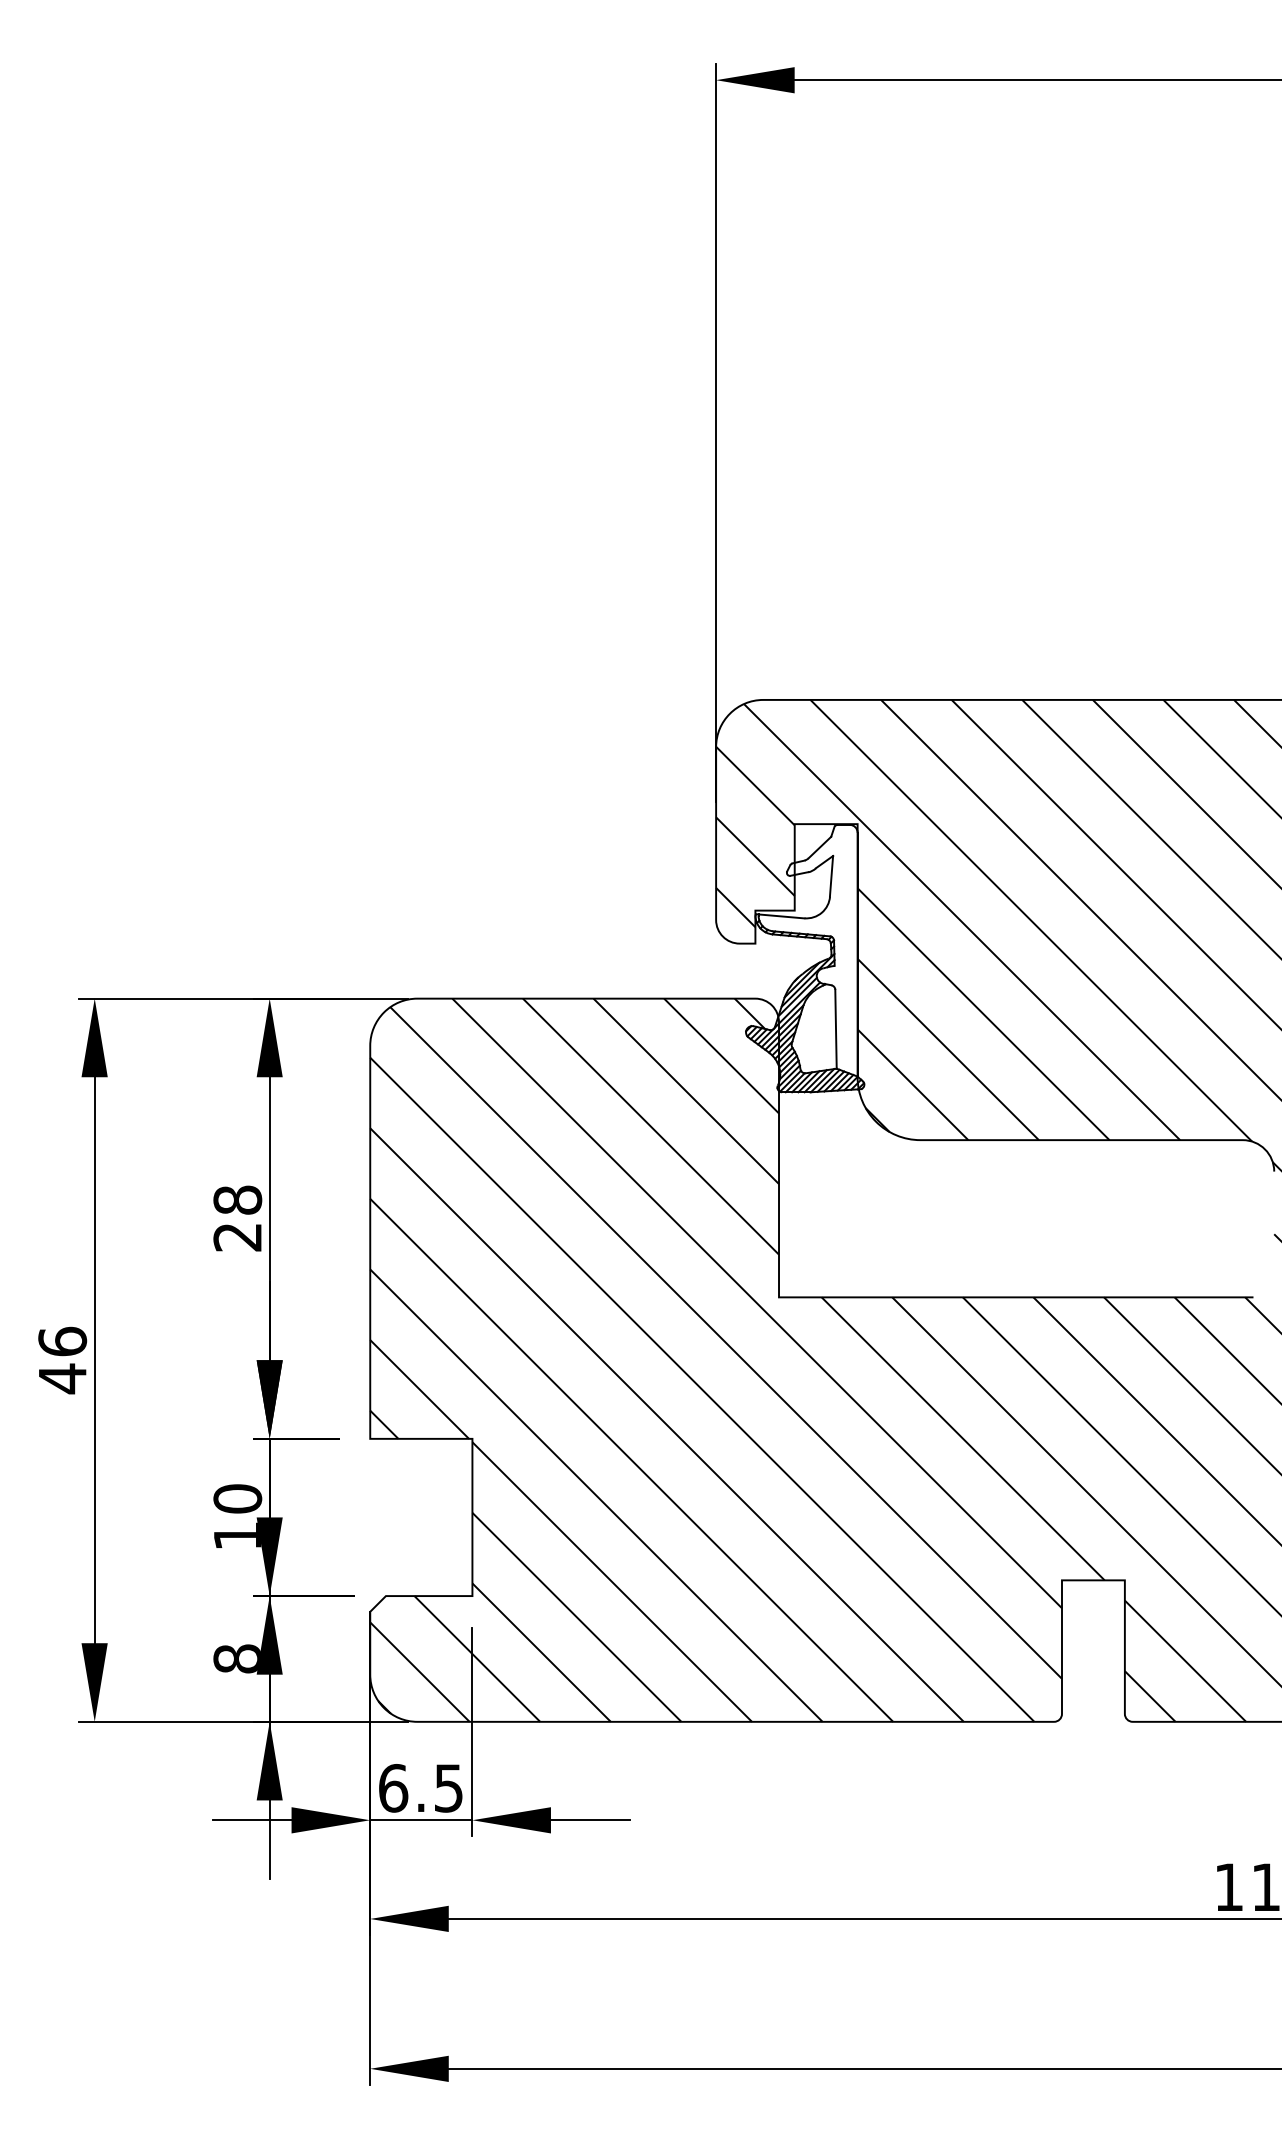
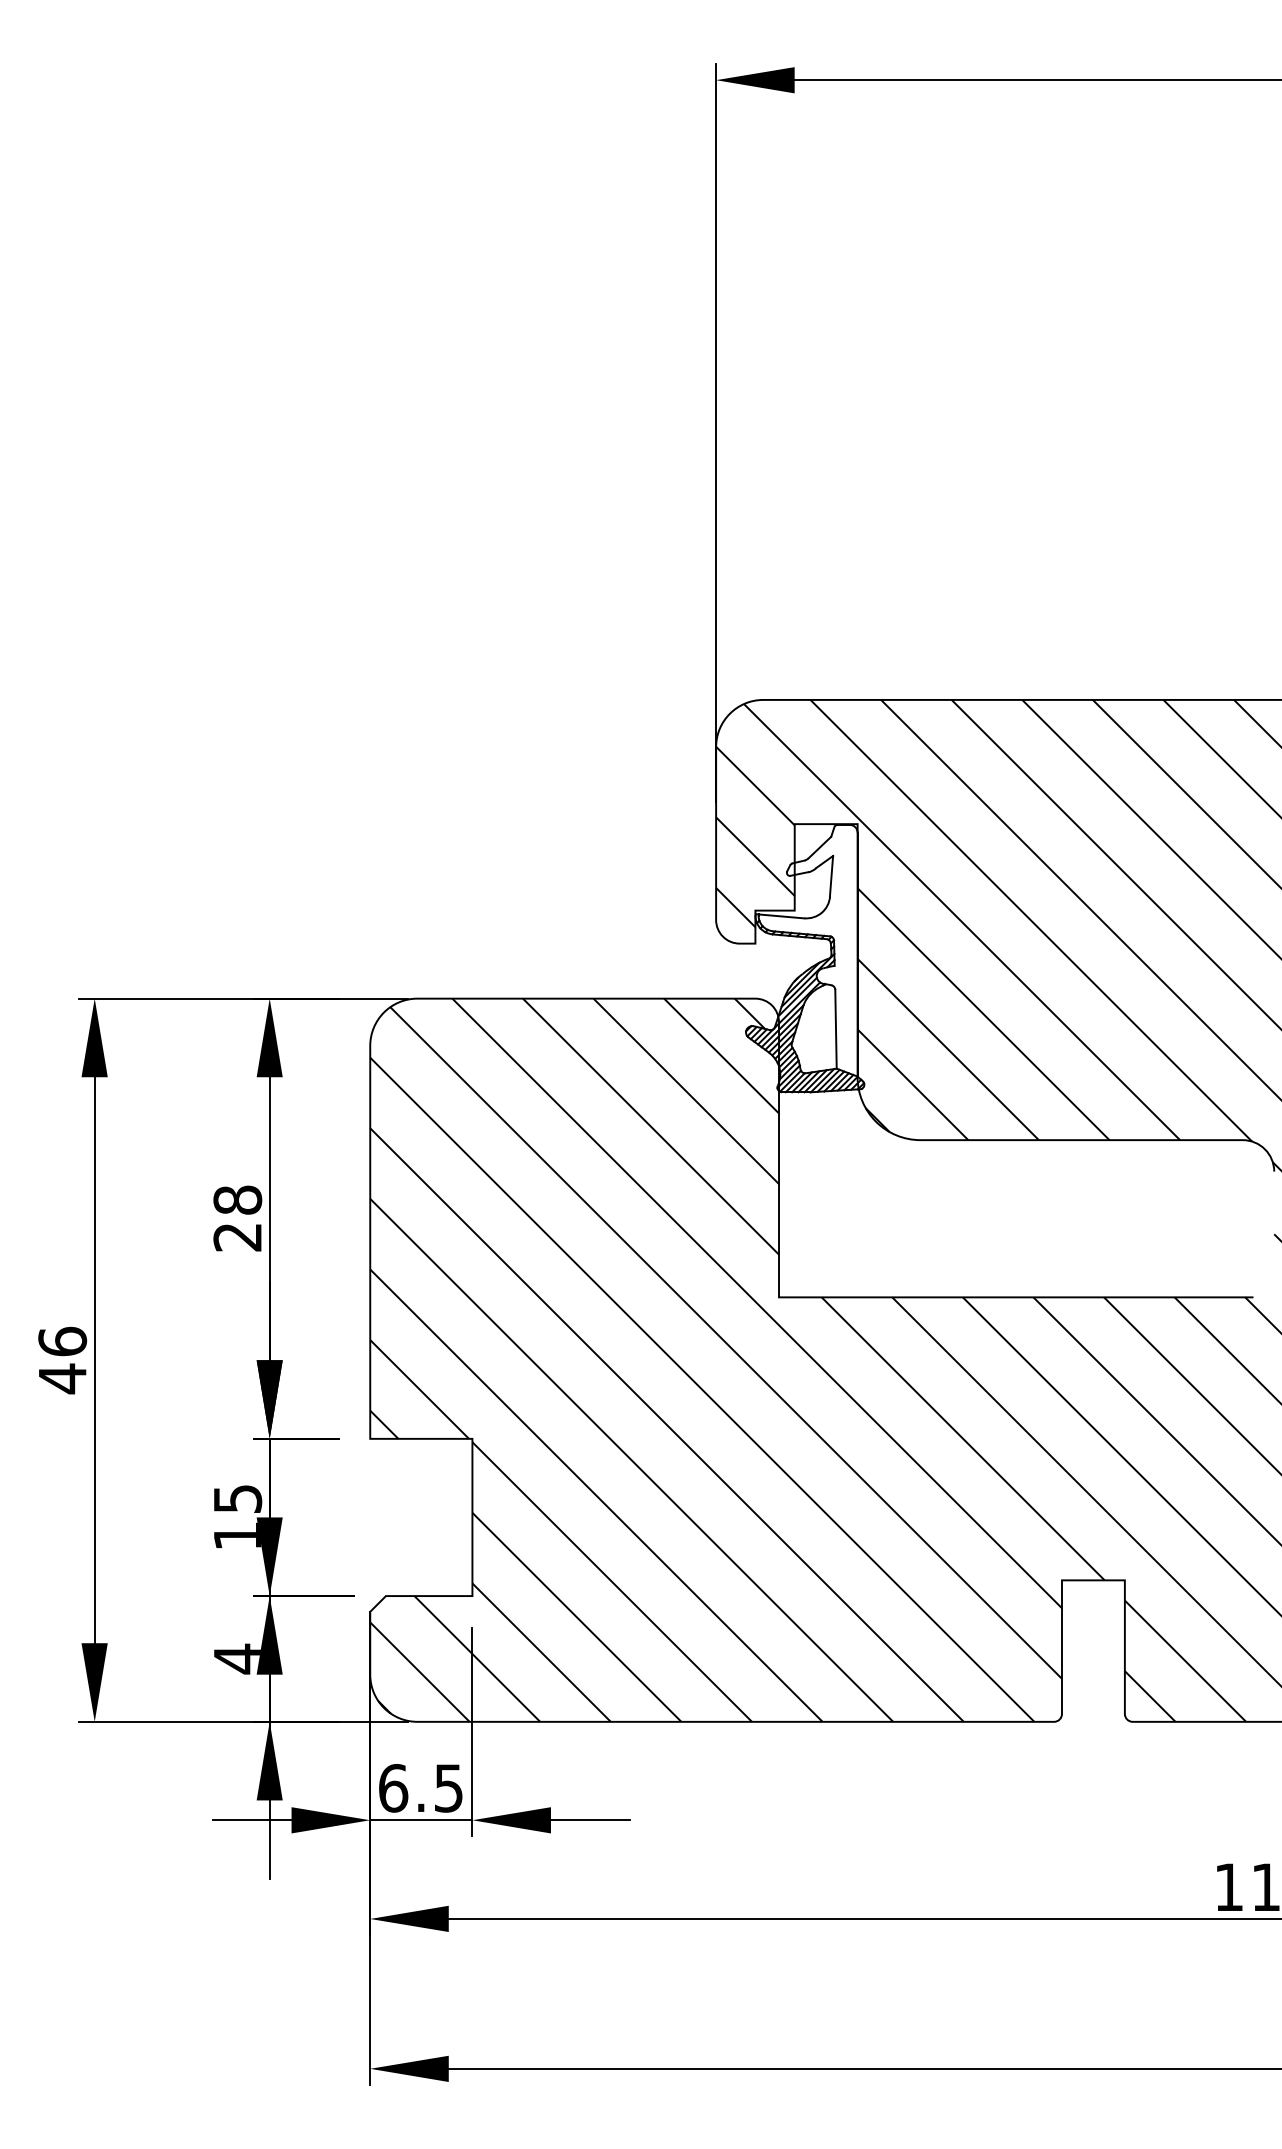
text at (237, 1498): 10 -> 15
text at (236, 1658): 8 -> 4
